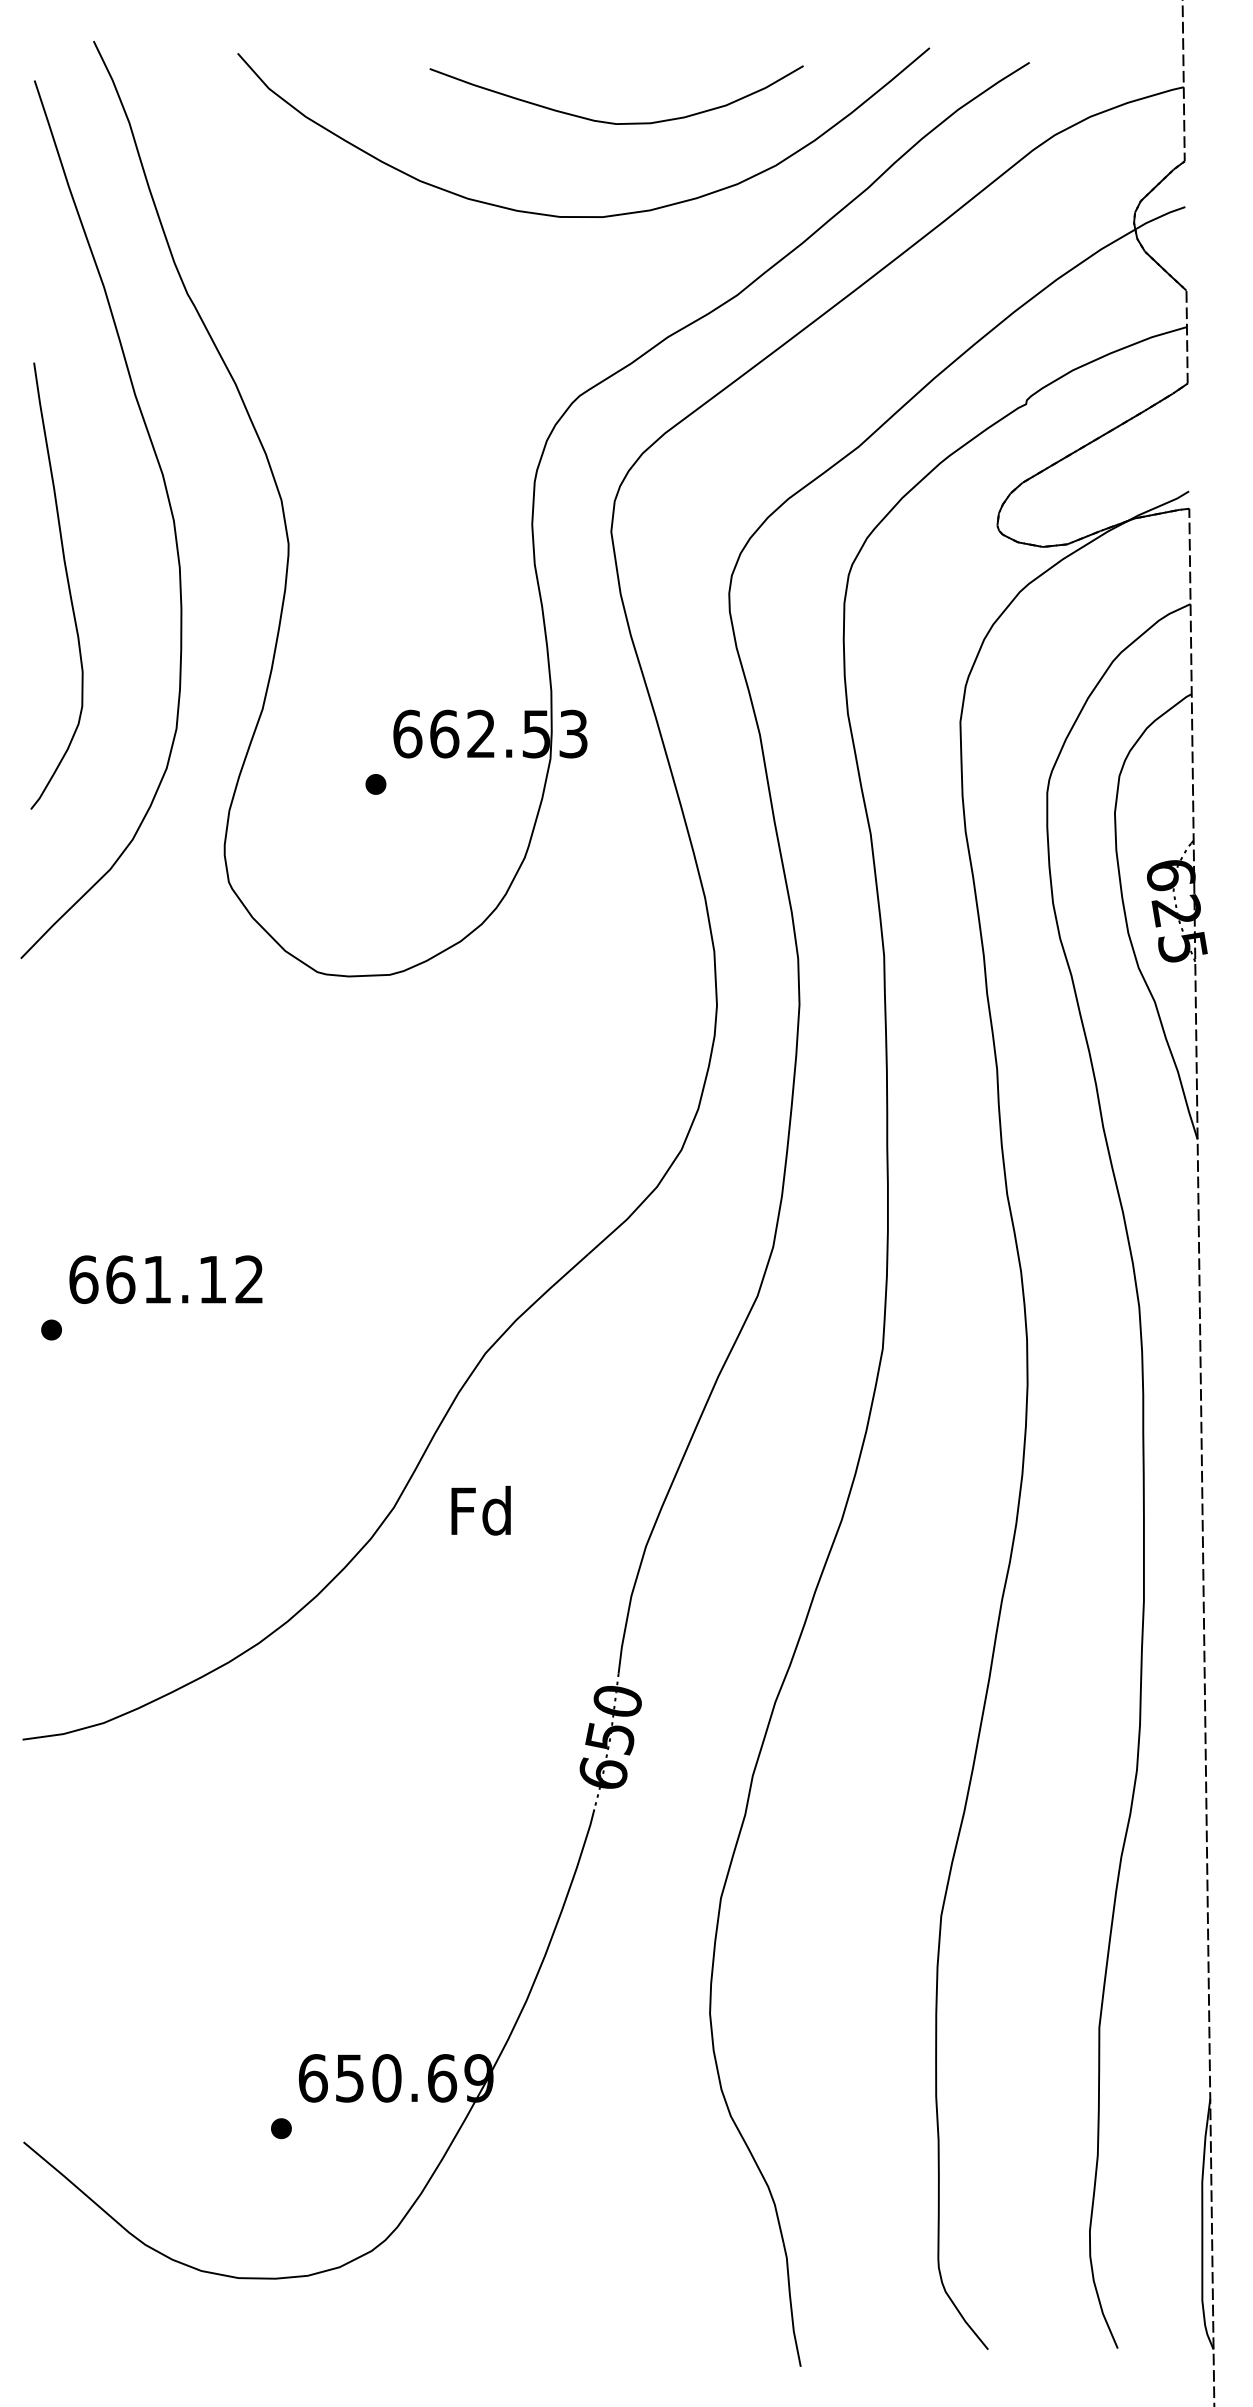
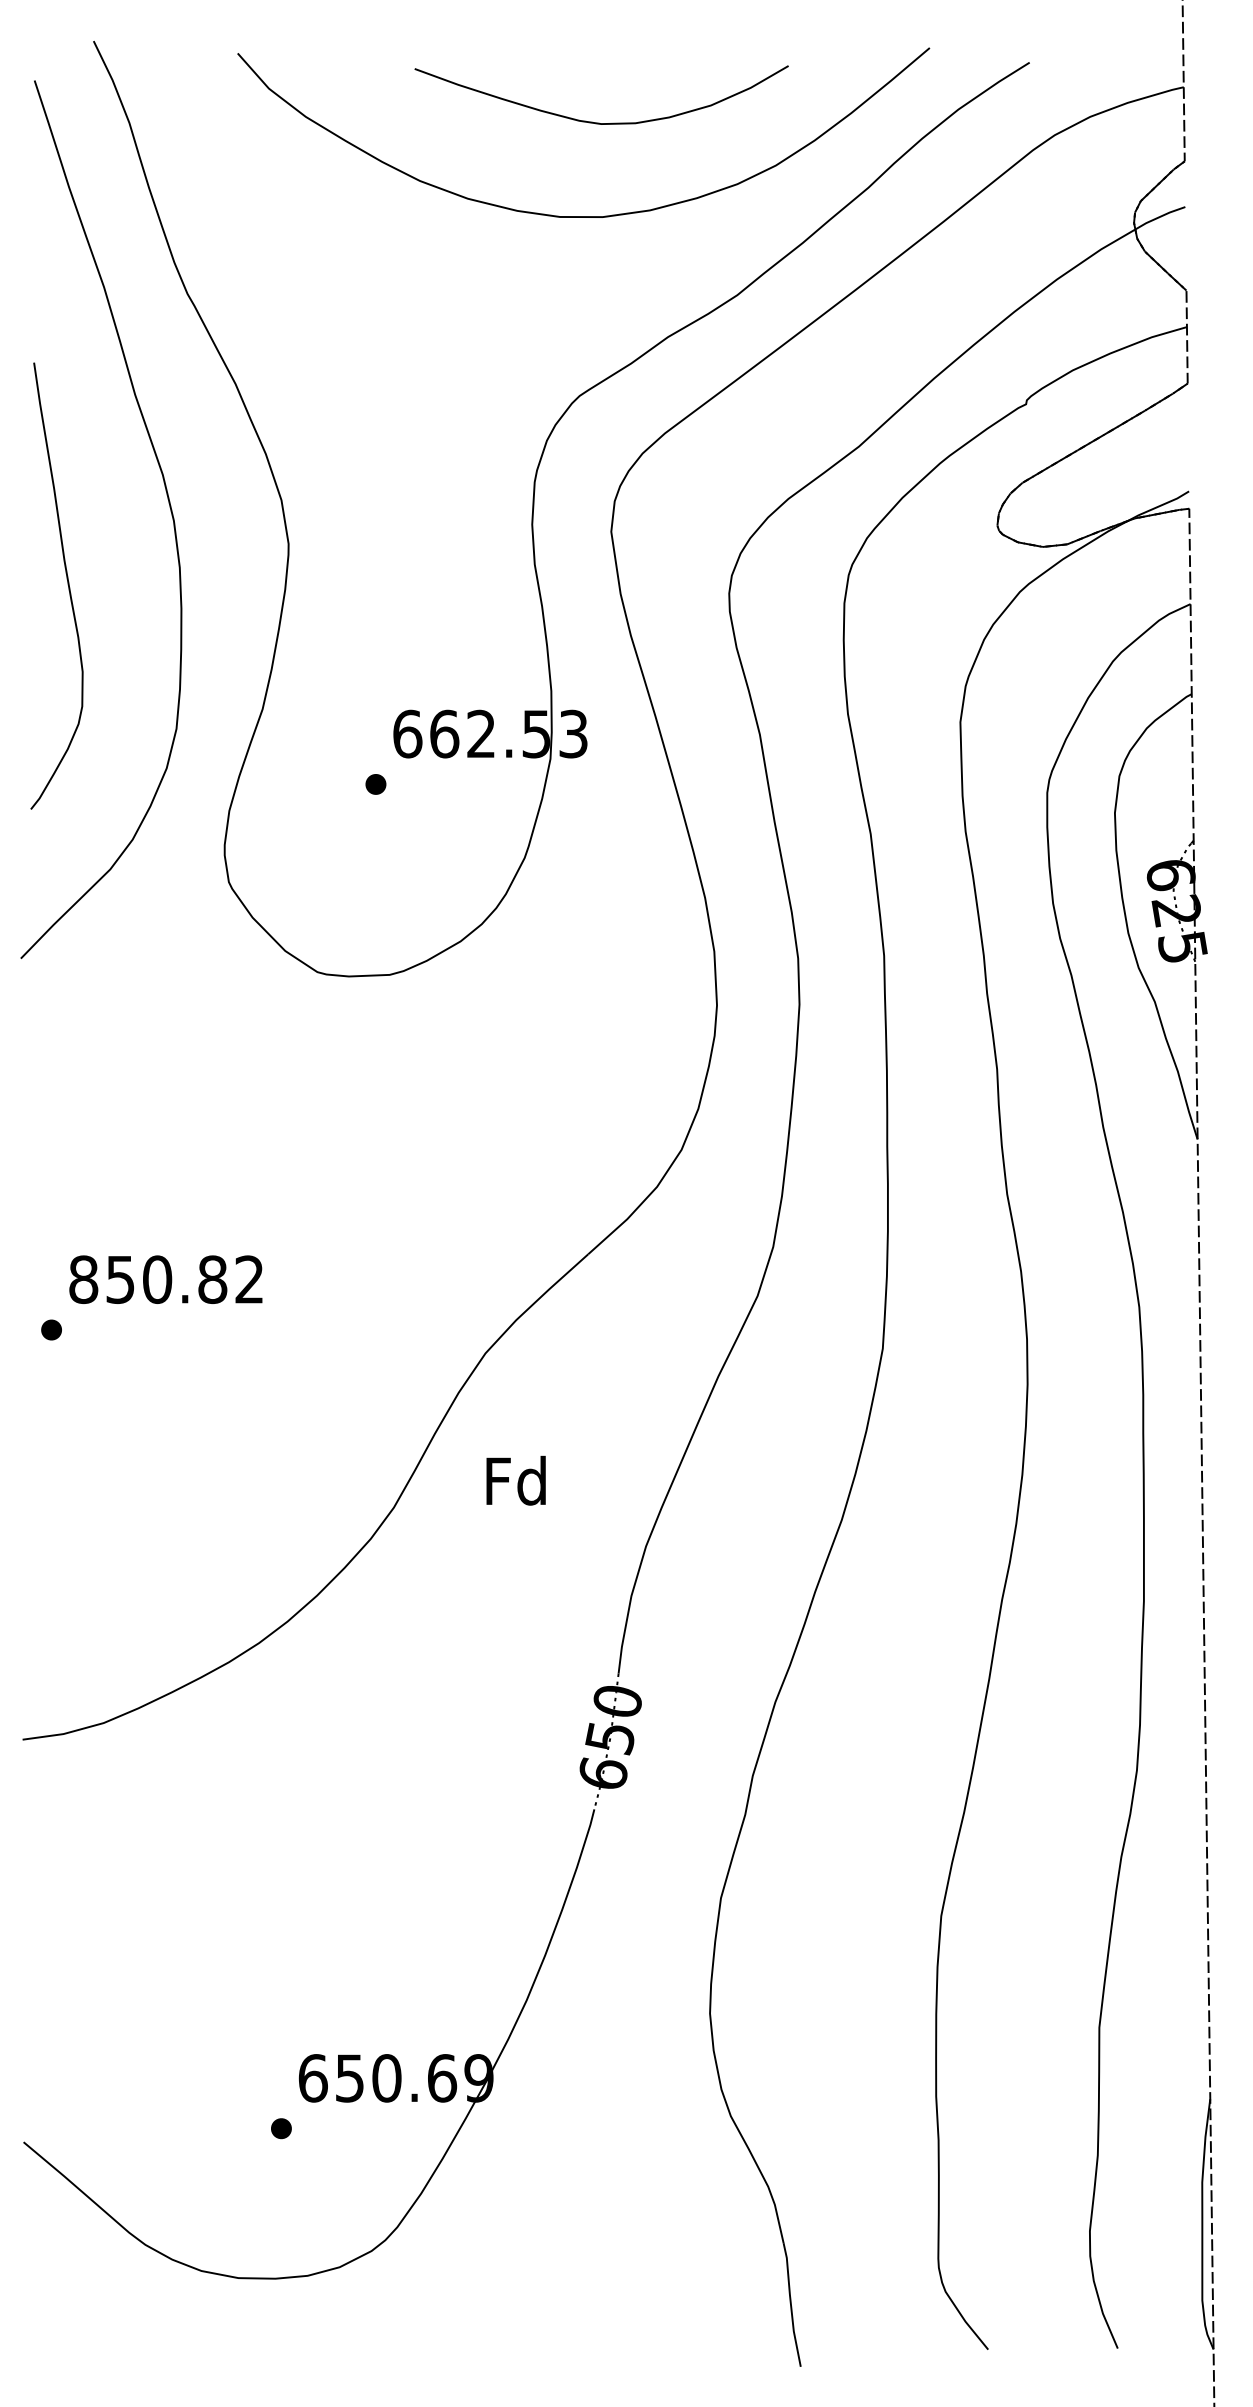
curve at (614, 122) position: (614, 122) -> (599, 122)
text at (148, 1279): 661.12 -> 850.82
text at (480, 1510) position: (480, 1510) -> (515, 1480)
